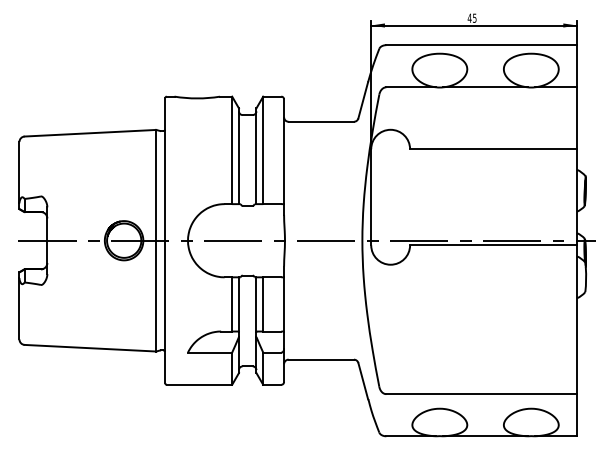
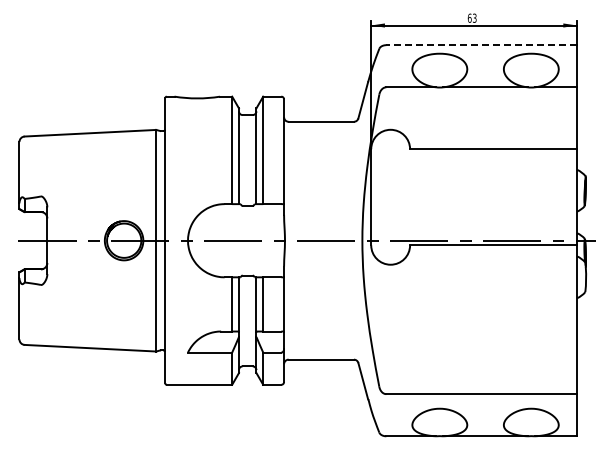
text at (471, 17): 45 -> 63
line at (481, 45): solid -> dashed
